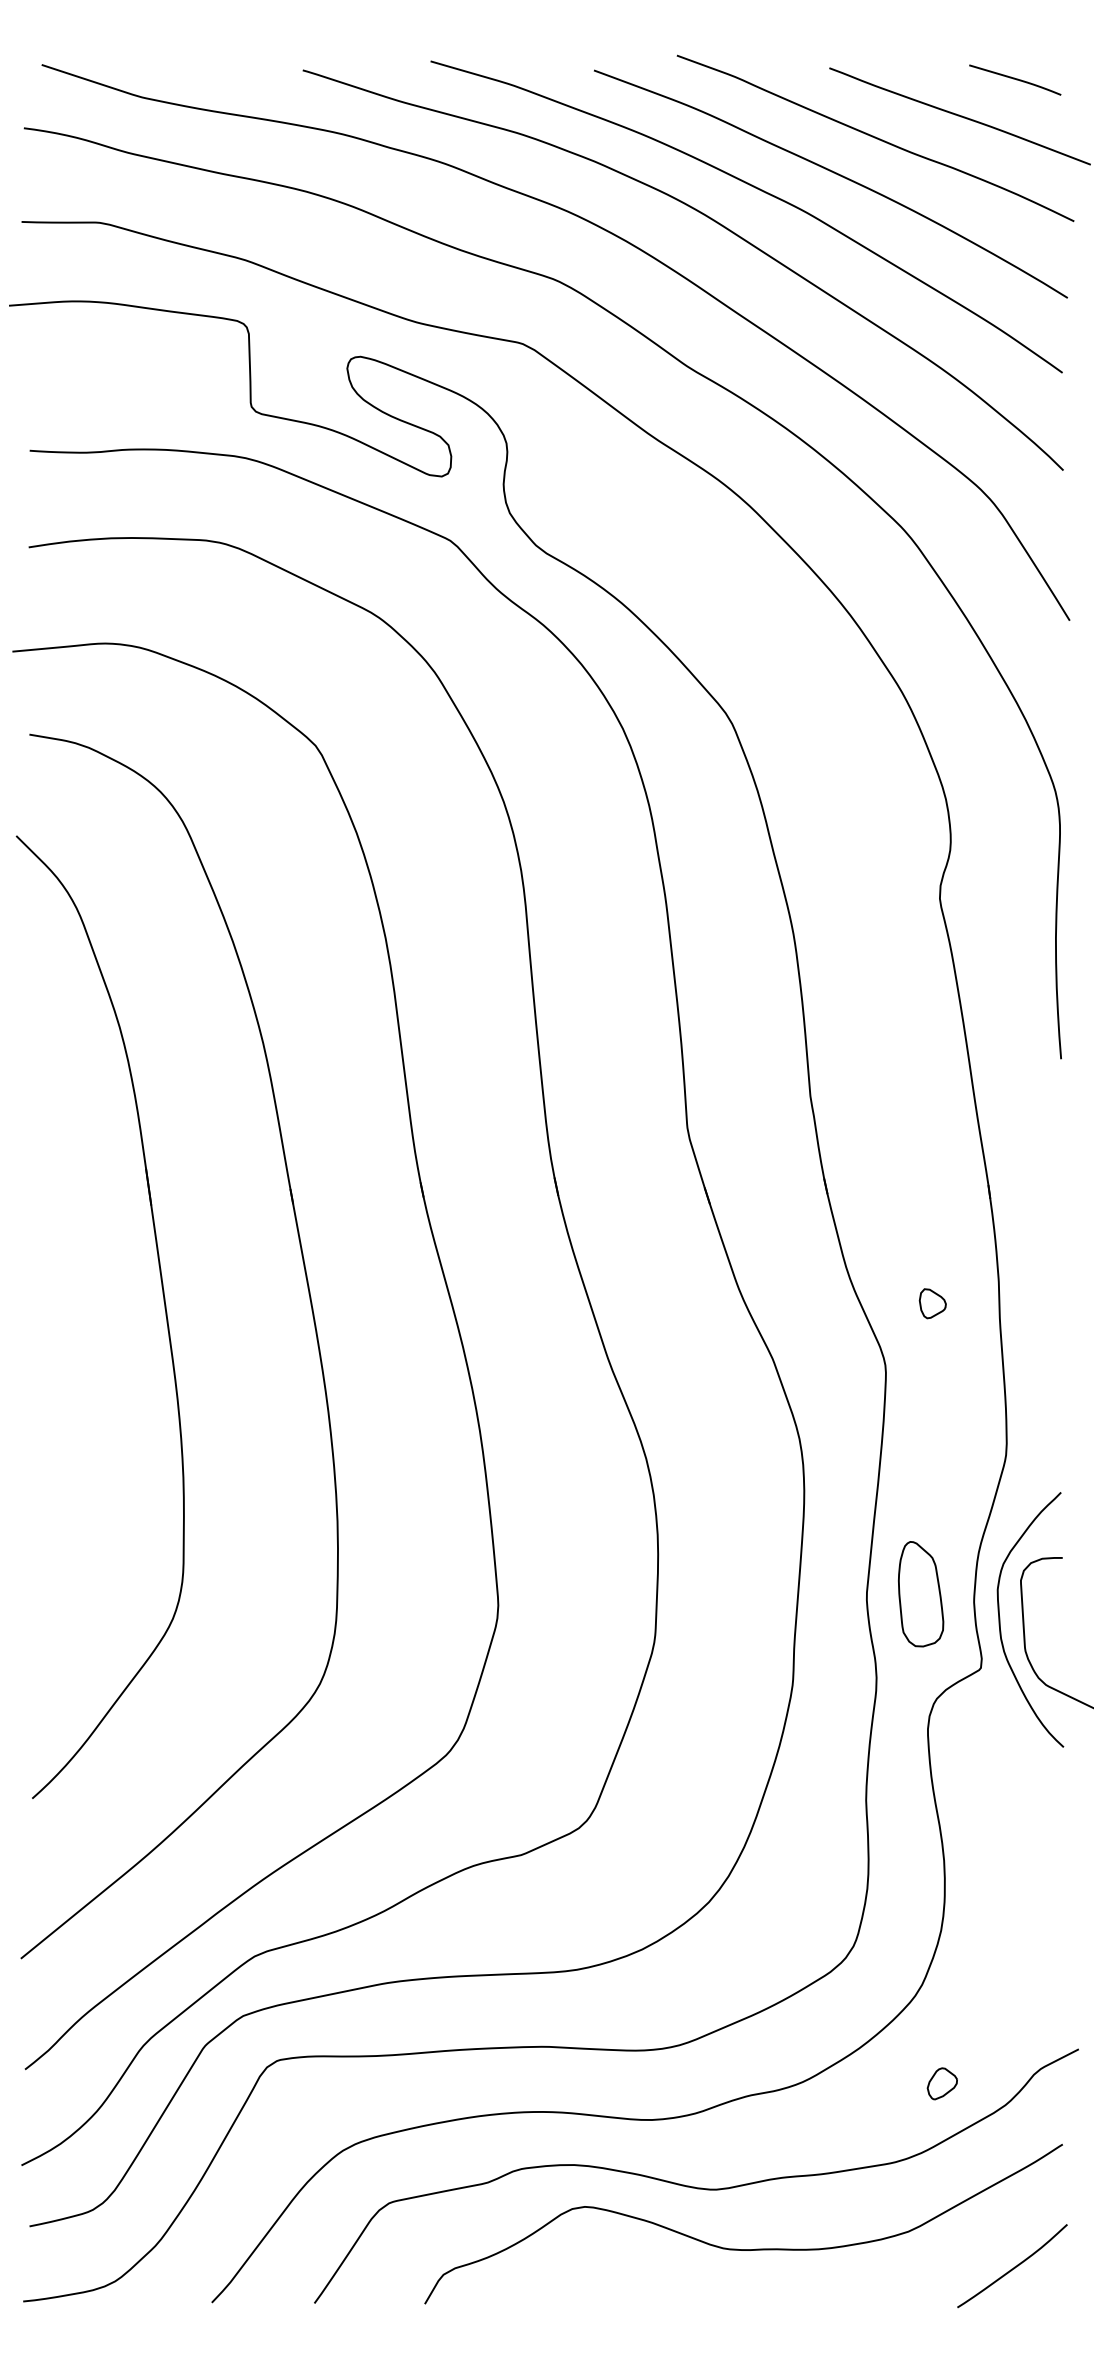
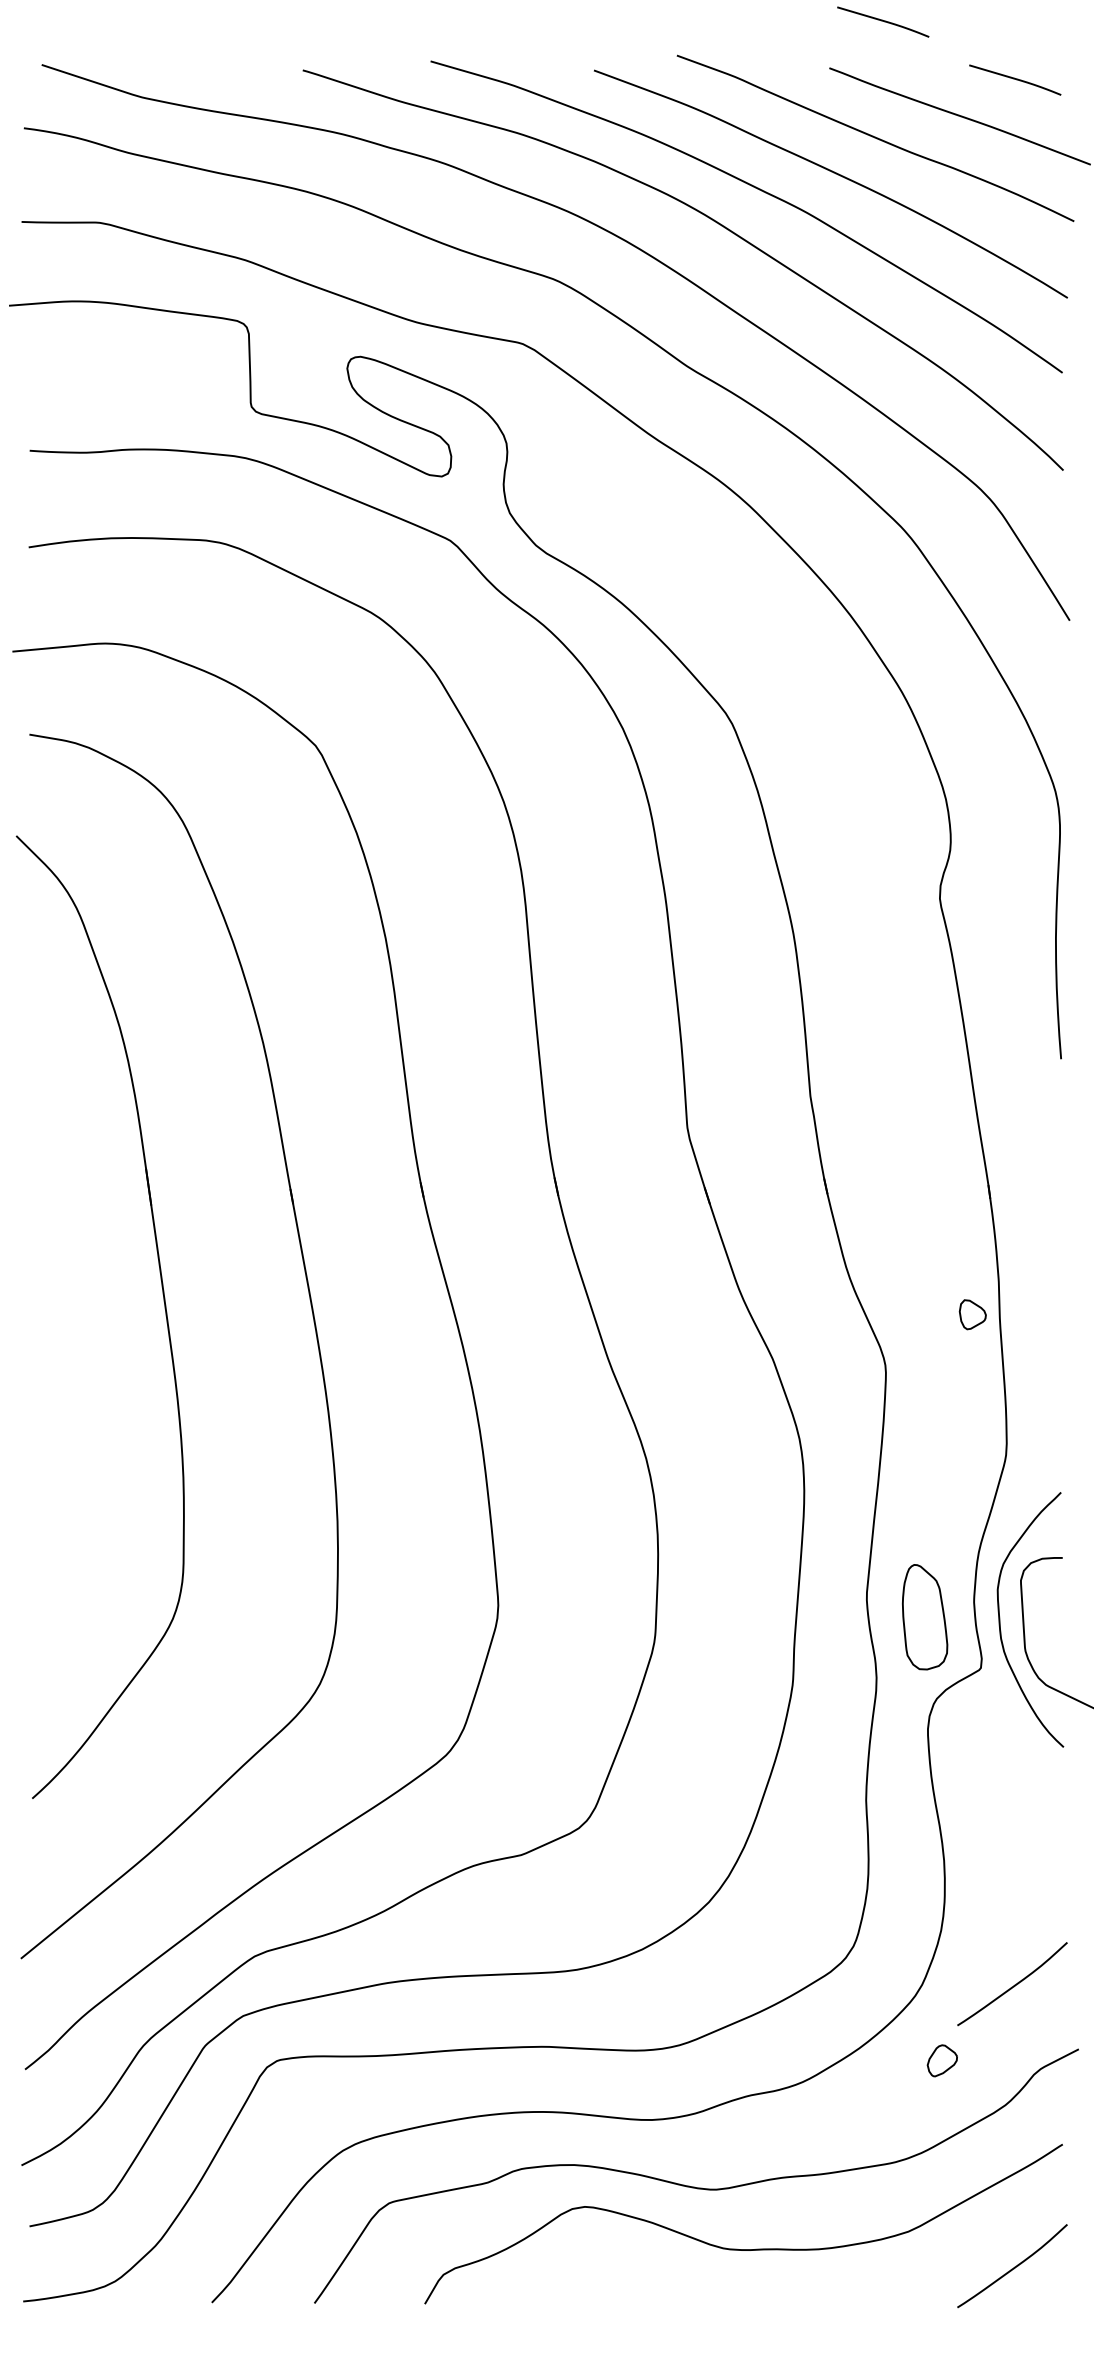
curve at (883, 21): none -> present
part at (932, 1303) position: (932, 1303) -> (972, 1314)
part at (921, 1594) position: (921, 1594) -> (925, 1617)
curve at (1013, 1985): none -> present
part at (941, 2083) position: (941, 2083) -> (941, 2060)
